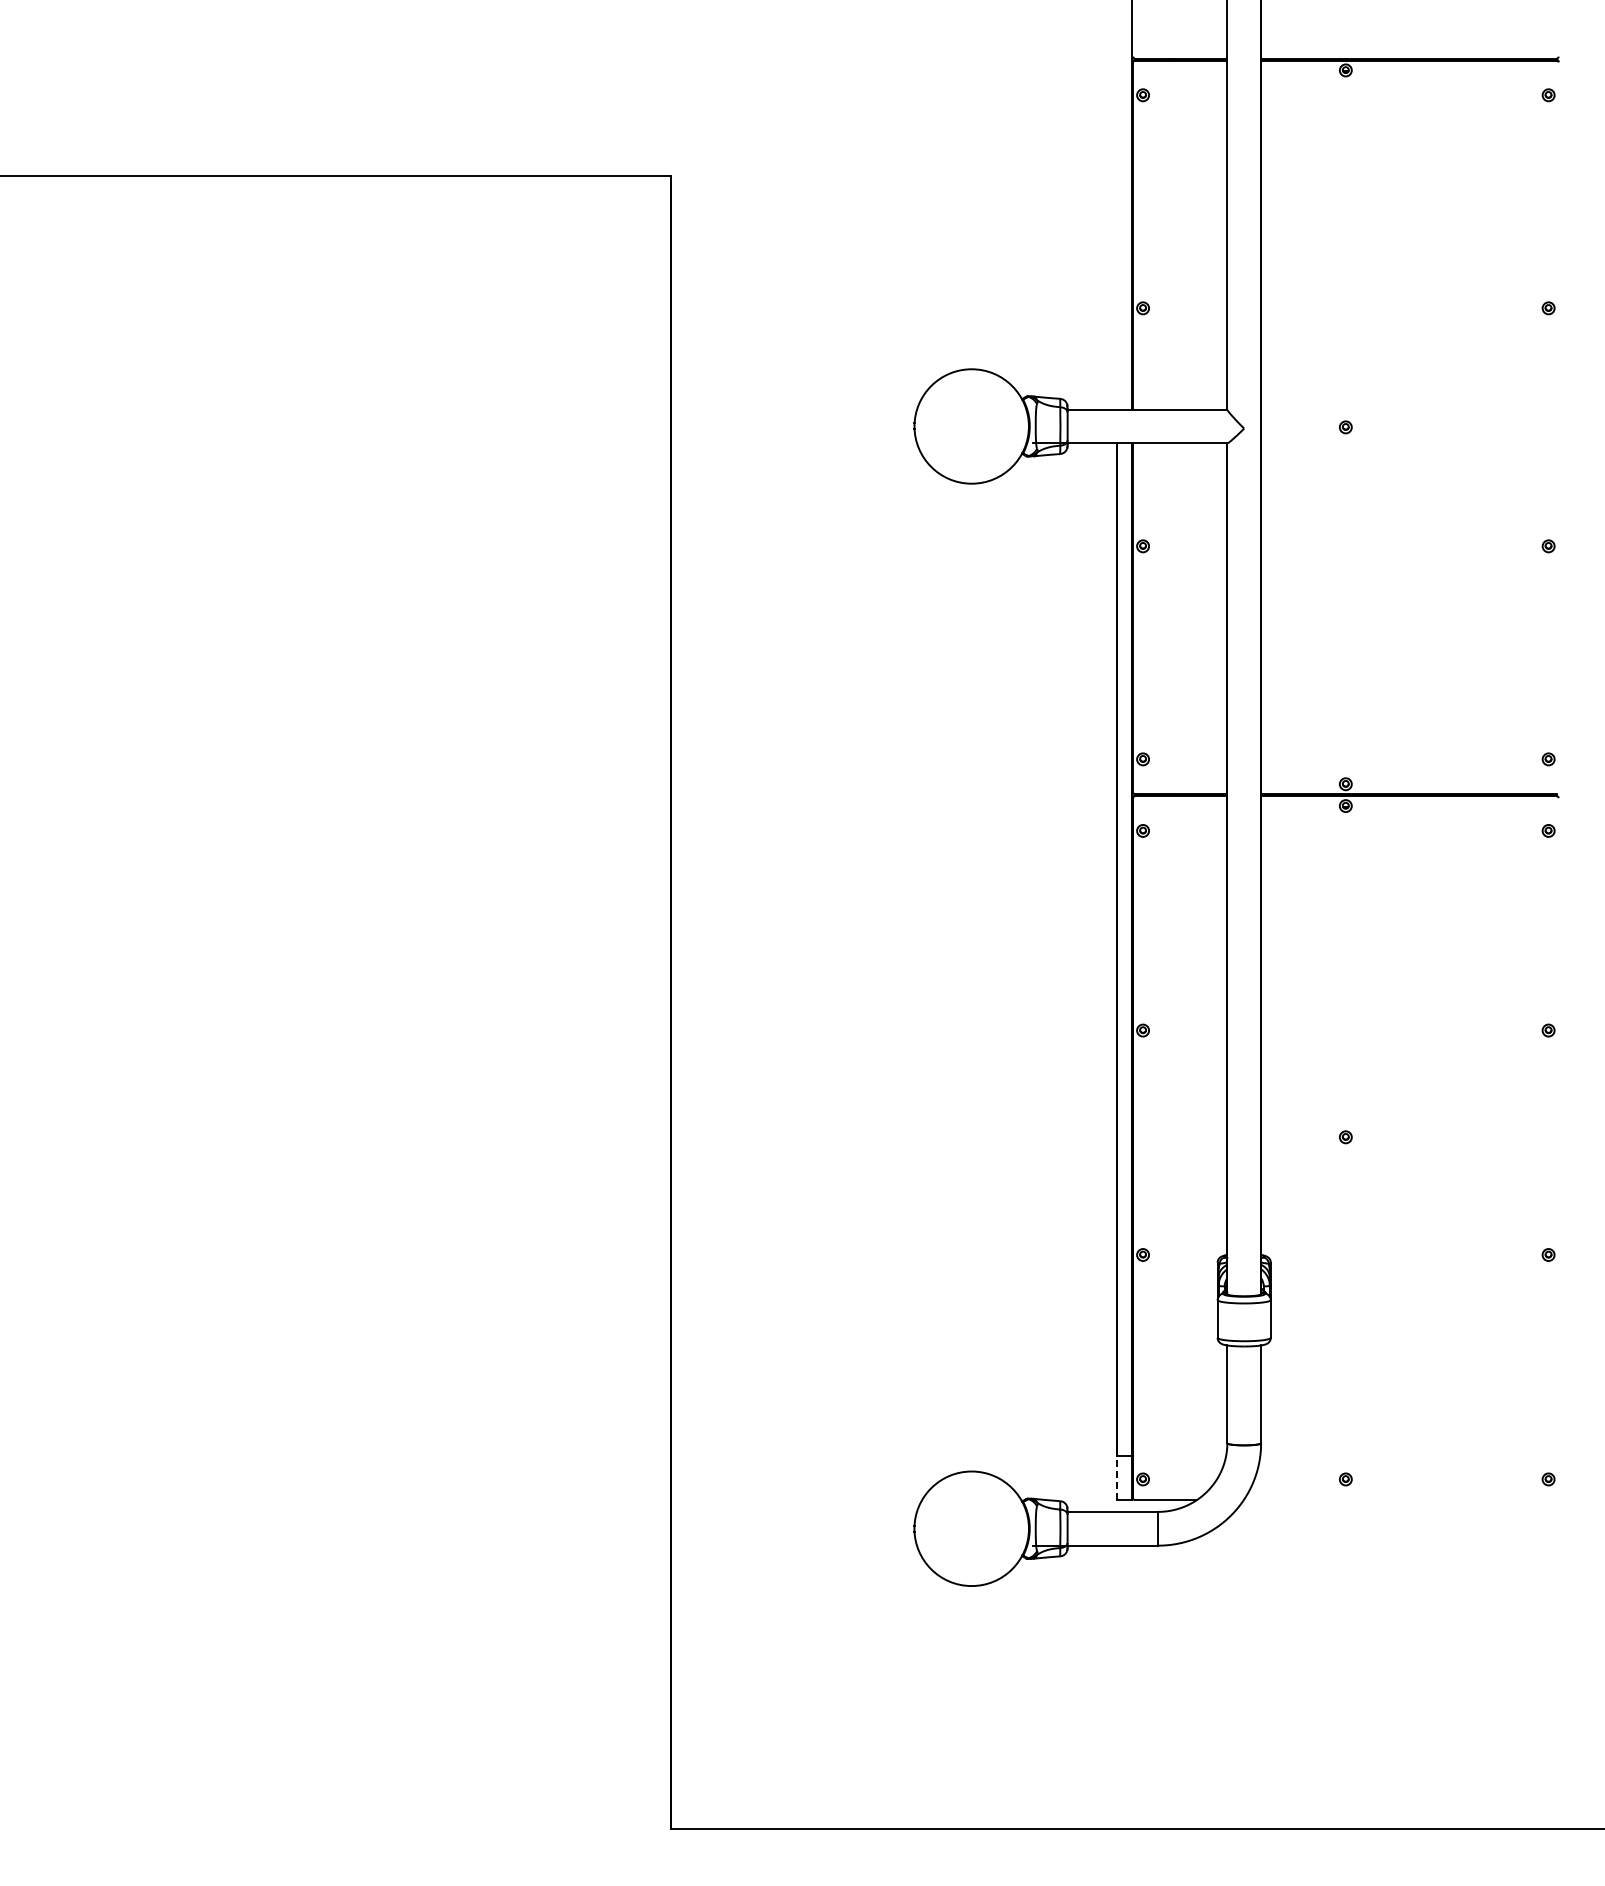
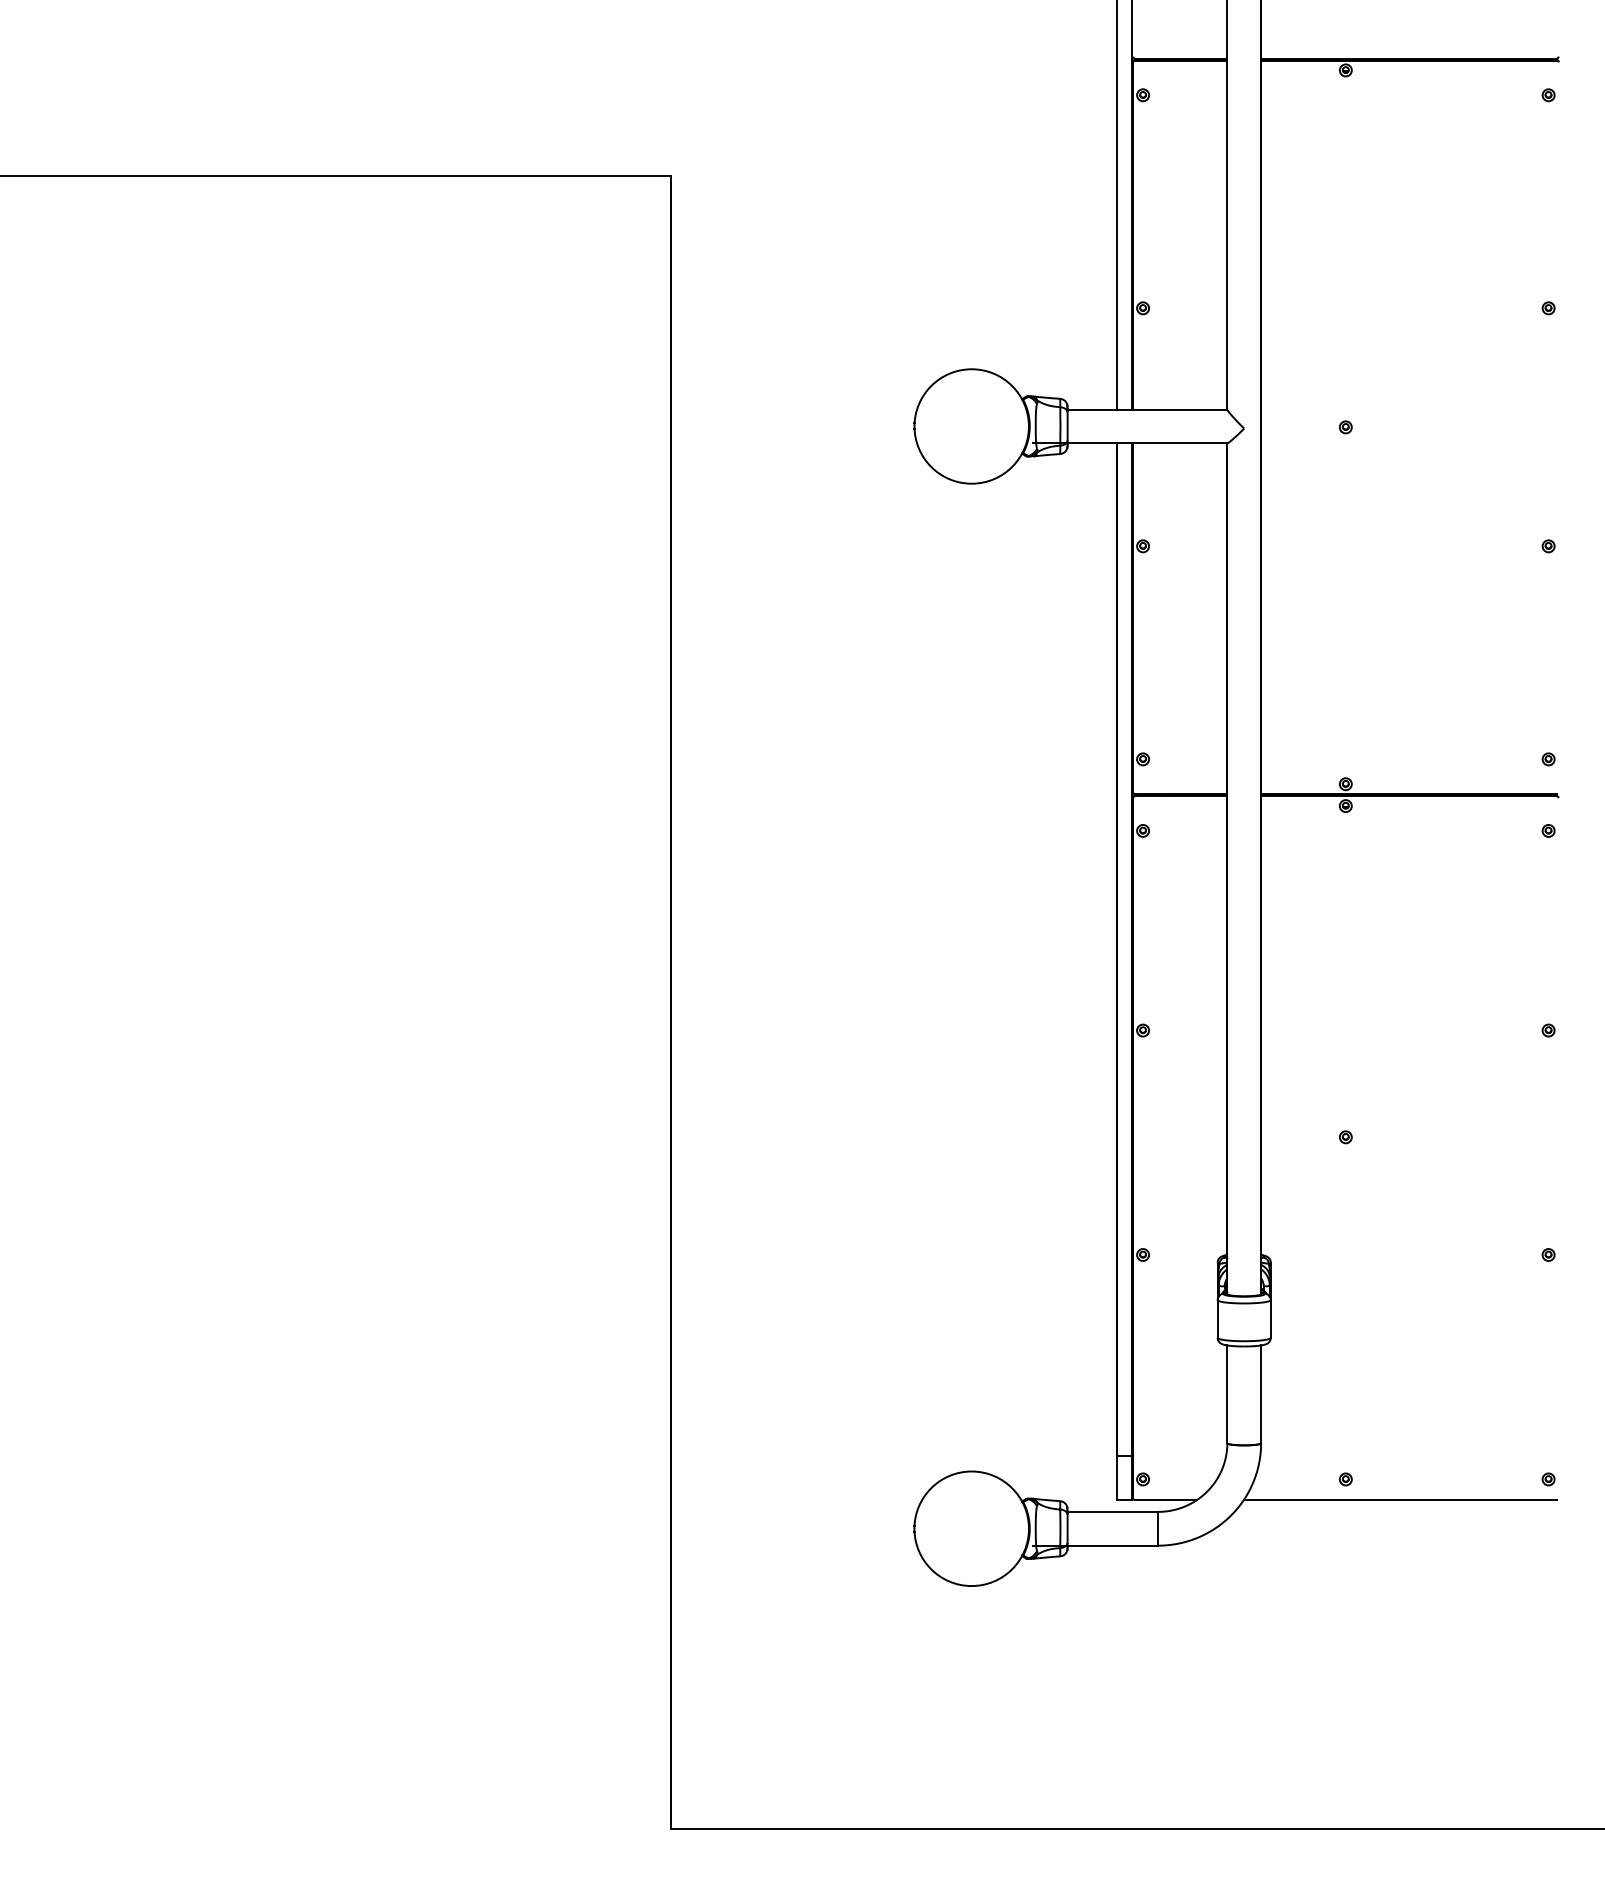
line at (1117, 205): none -> present
line at (1117, 1477): dashed -> solid
line at (1399, 1500): none -> present
